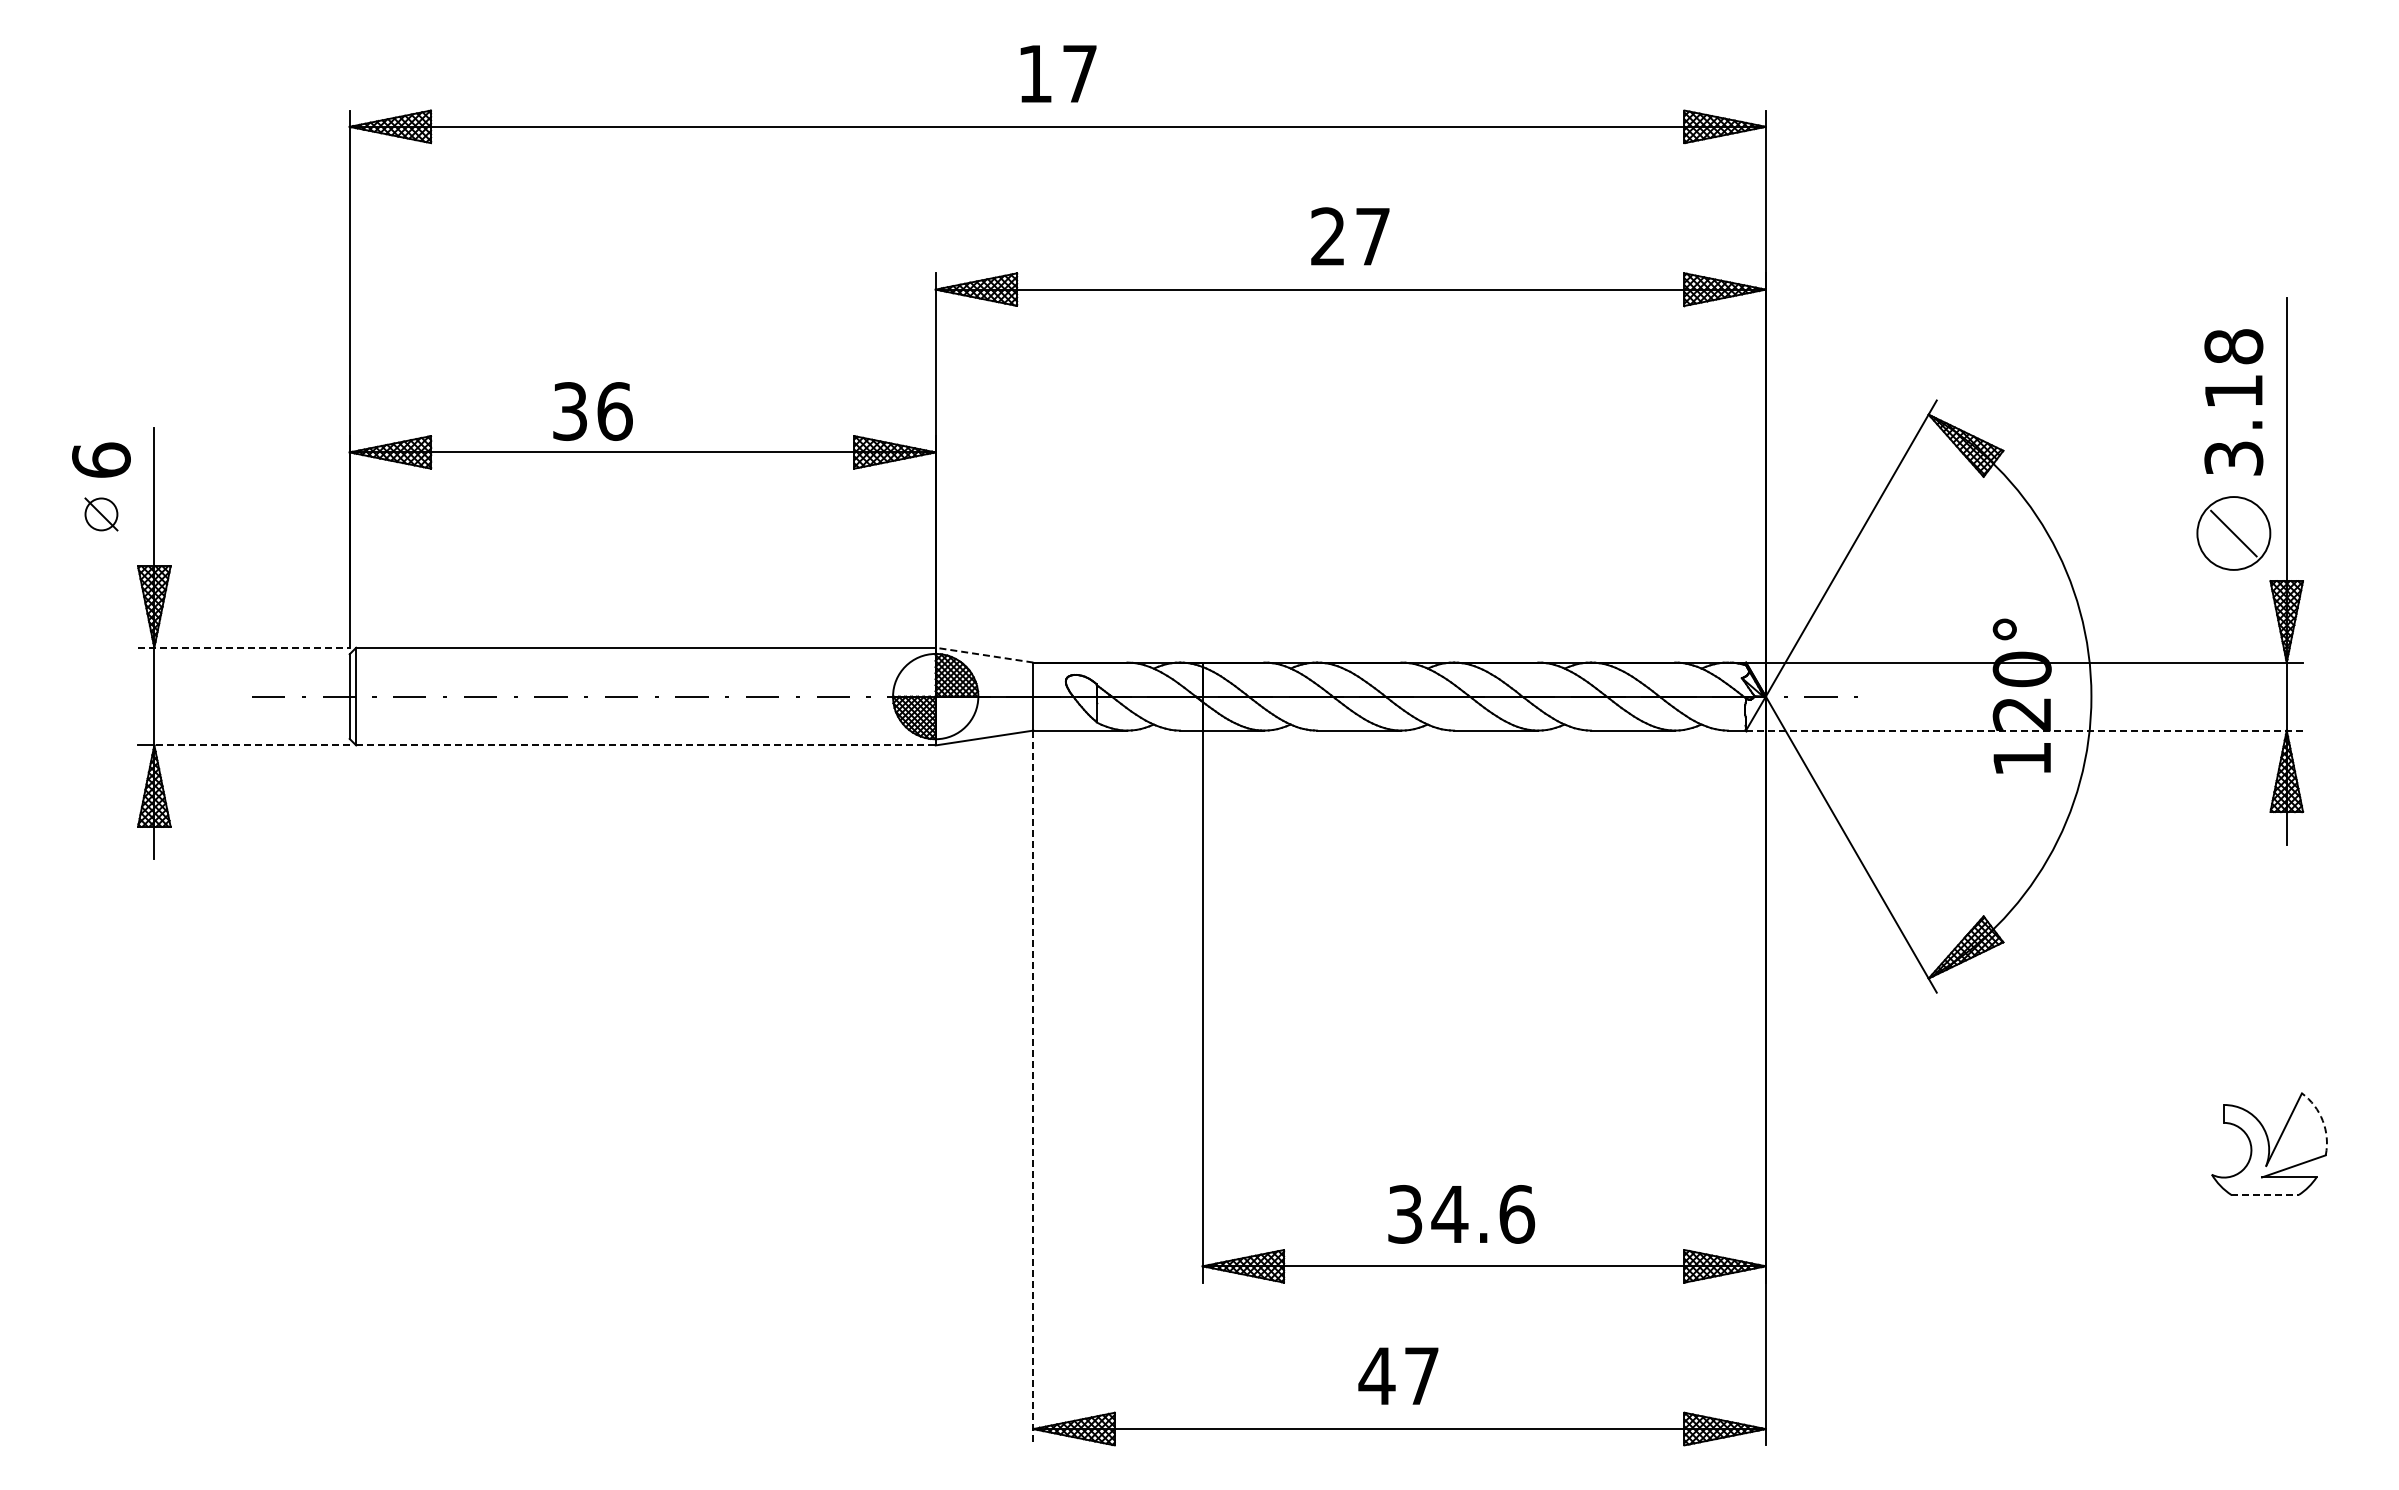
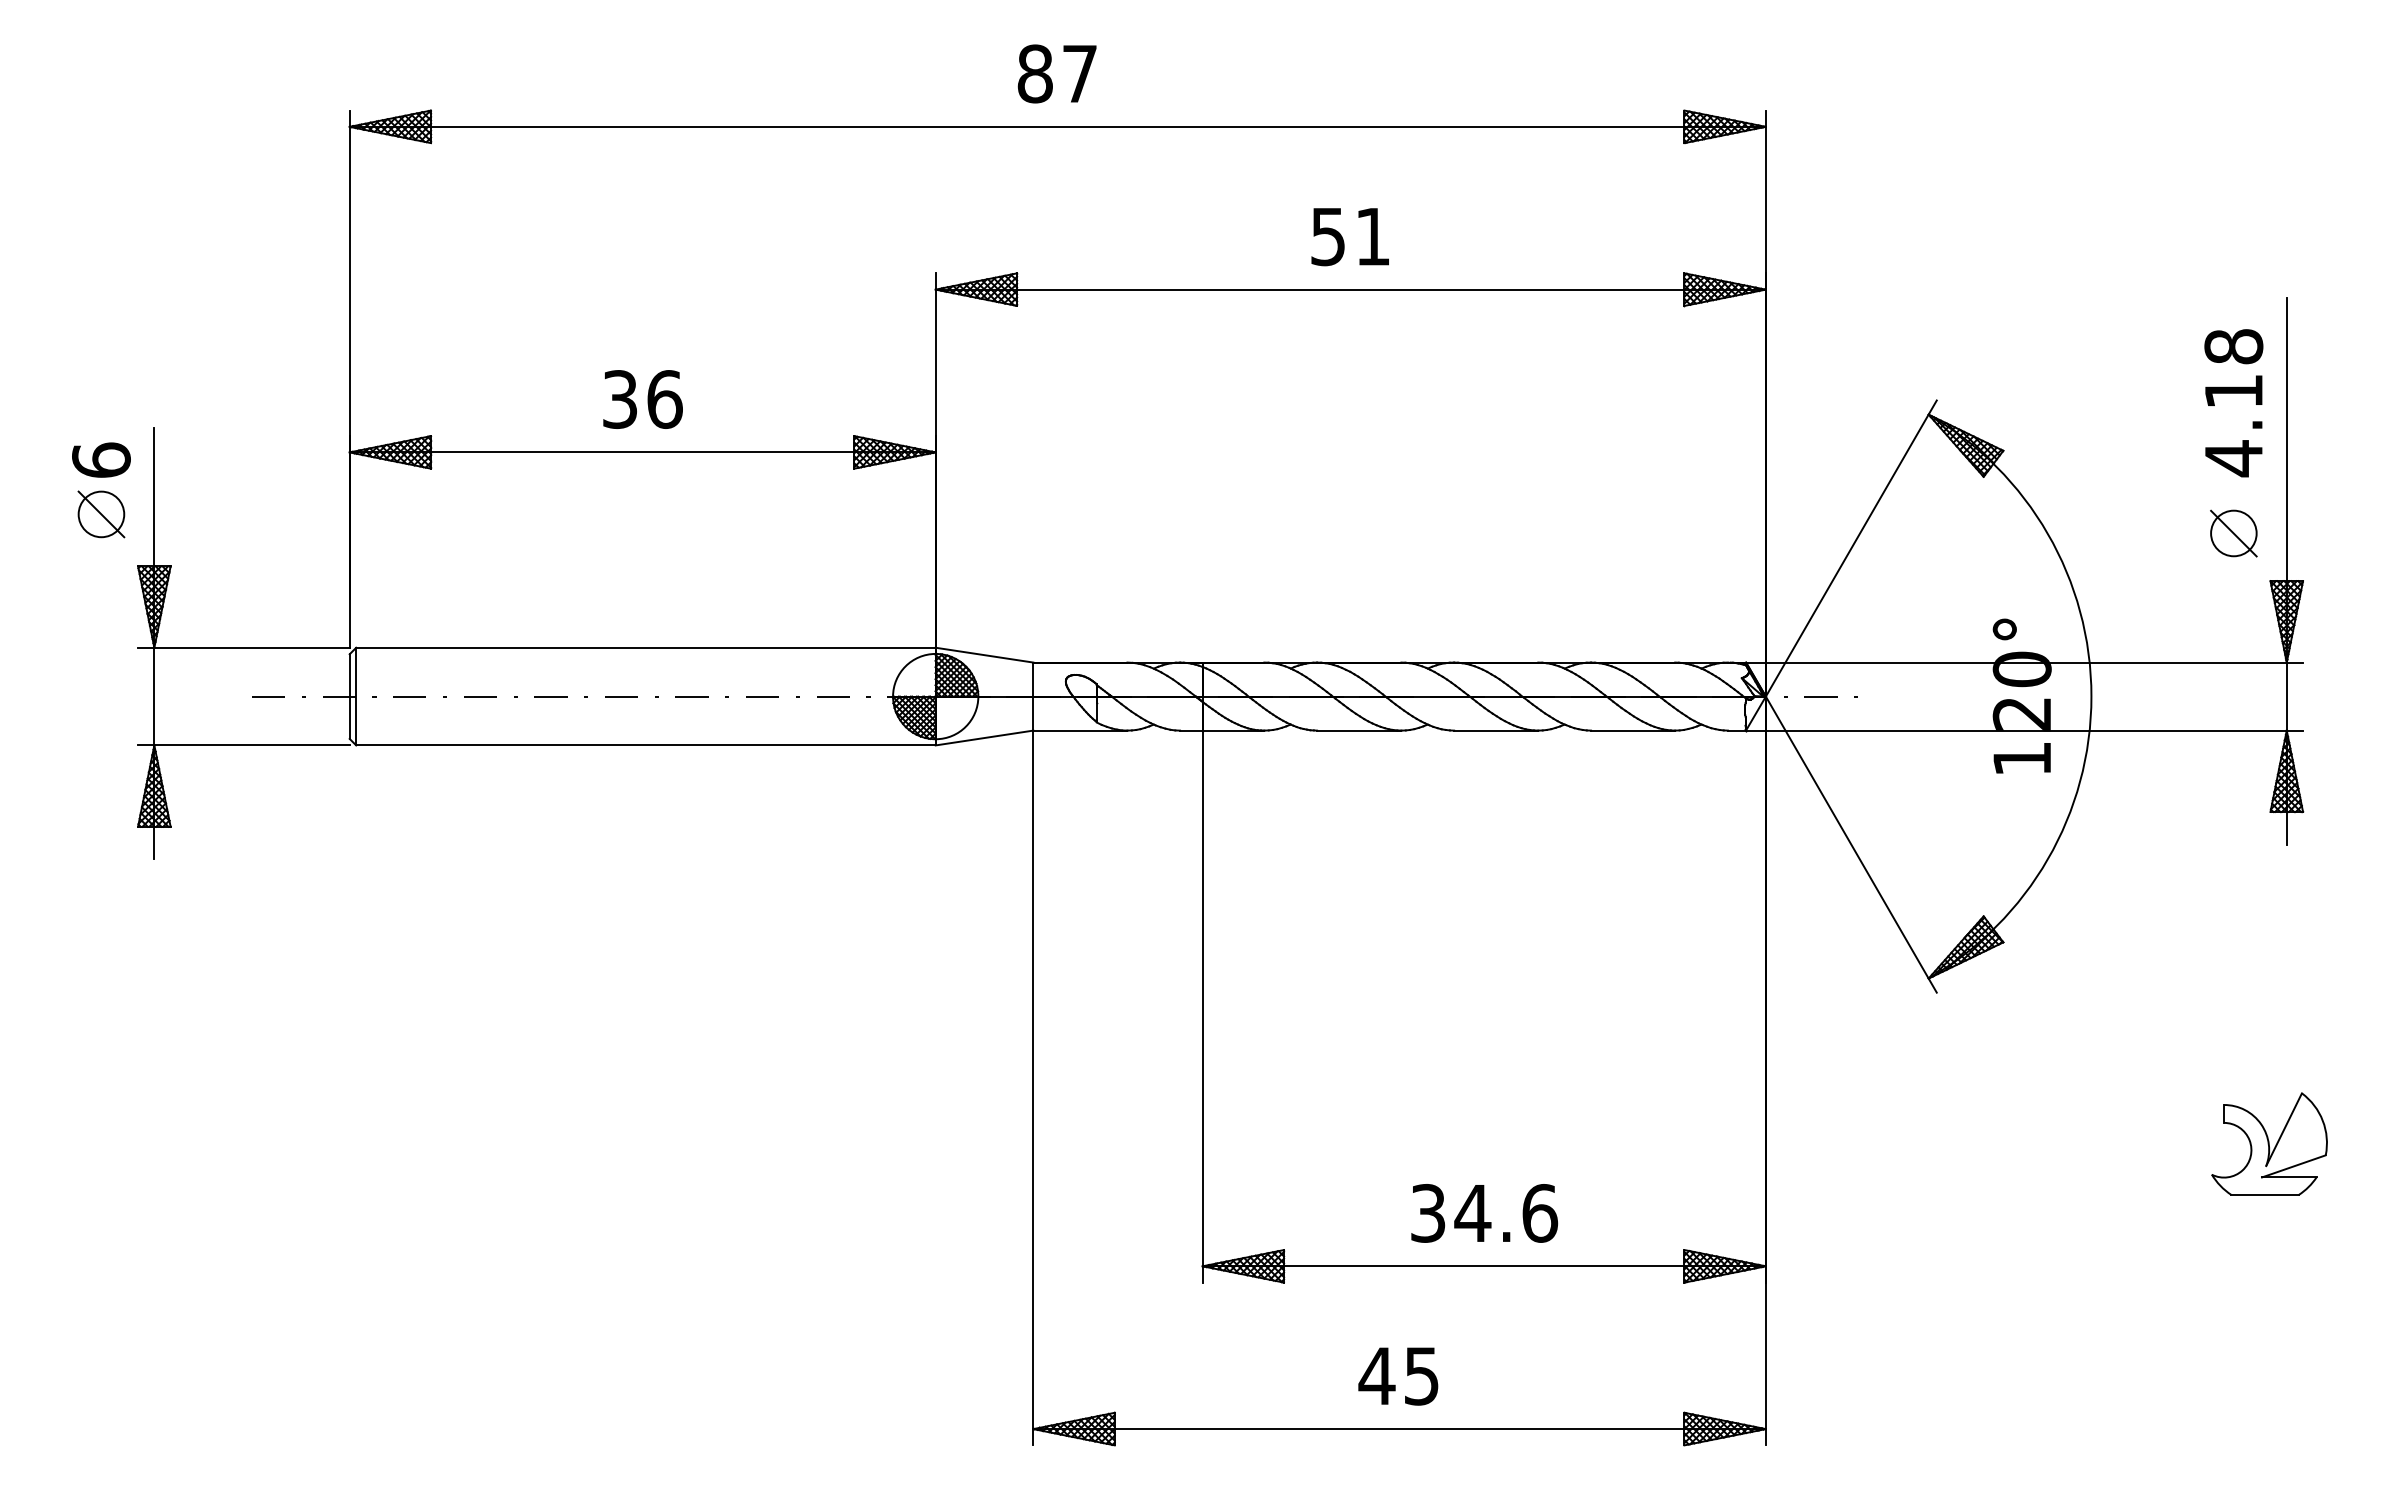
text at (1034, 73): 17 -> 87
text at (1350, 236): 27 -> 51
text at (592, 411) position: (592, 411) -> (642, 399)
text at (2233, 458): 3.18 -> 4.18
part at (101, 514) size: 35x35 px -> 49x49 px
circle at (2233, 533) diameter: 73 px -> 46 px
line at (243, 647): dashed -> solid
line at (984, 655): dashed -> solid
line at (2025, 730): dashed -> solid
line at (252, 745): dashed -> solid
line at (645, 745): dashed -> solid
line at (1033, 1088): dashed -> solid
arc at (2322, 1120): dashed -> solid
line at (2265, 1195): dashed -> solid
text at (1461, 1214) position: (1461, 1214) -> (1484, 1213)
text at (1421, 1376): 47 -> 45
